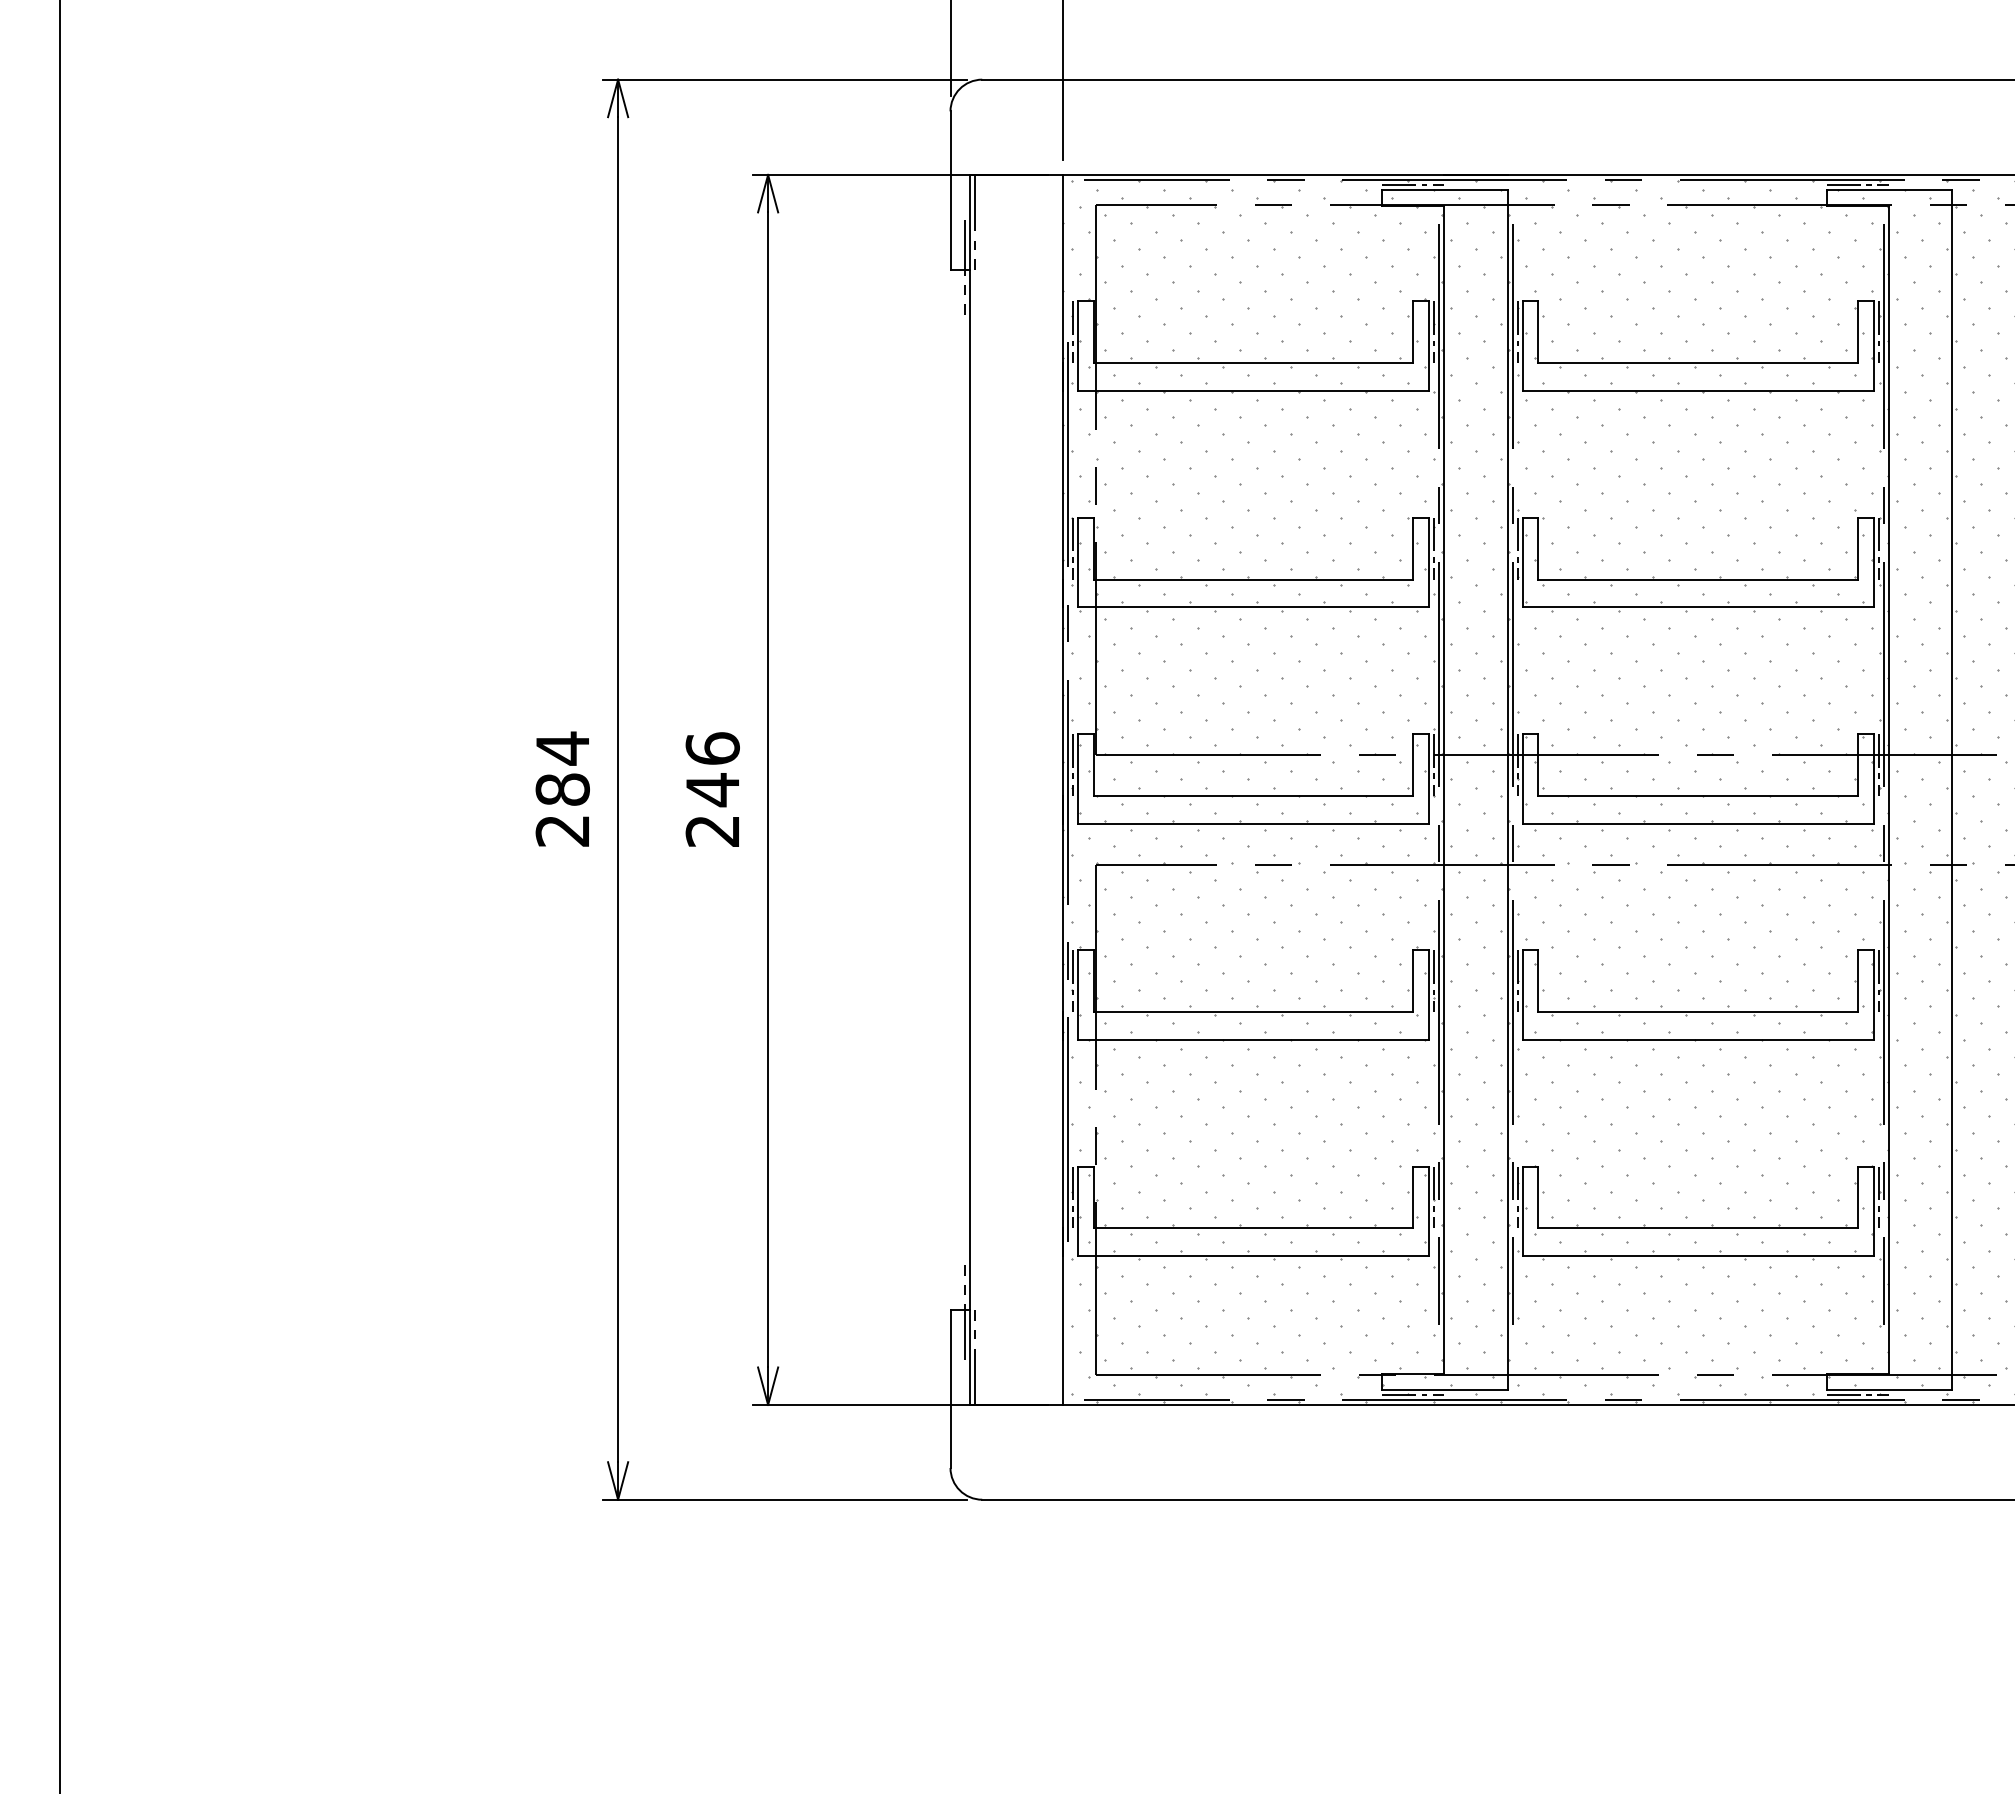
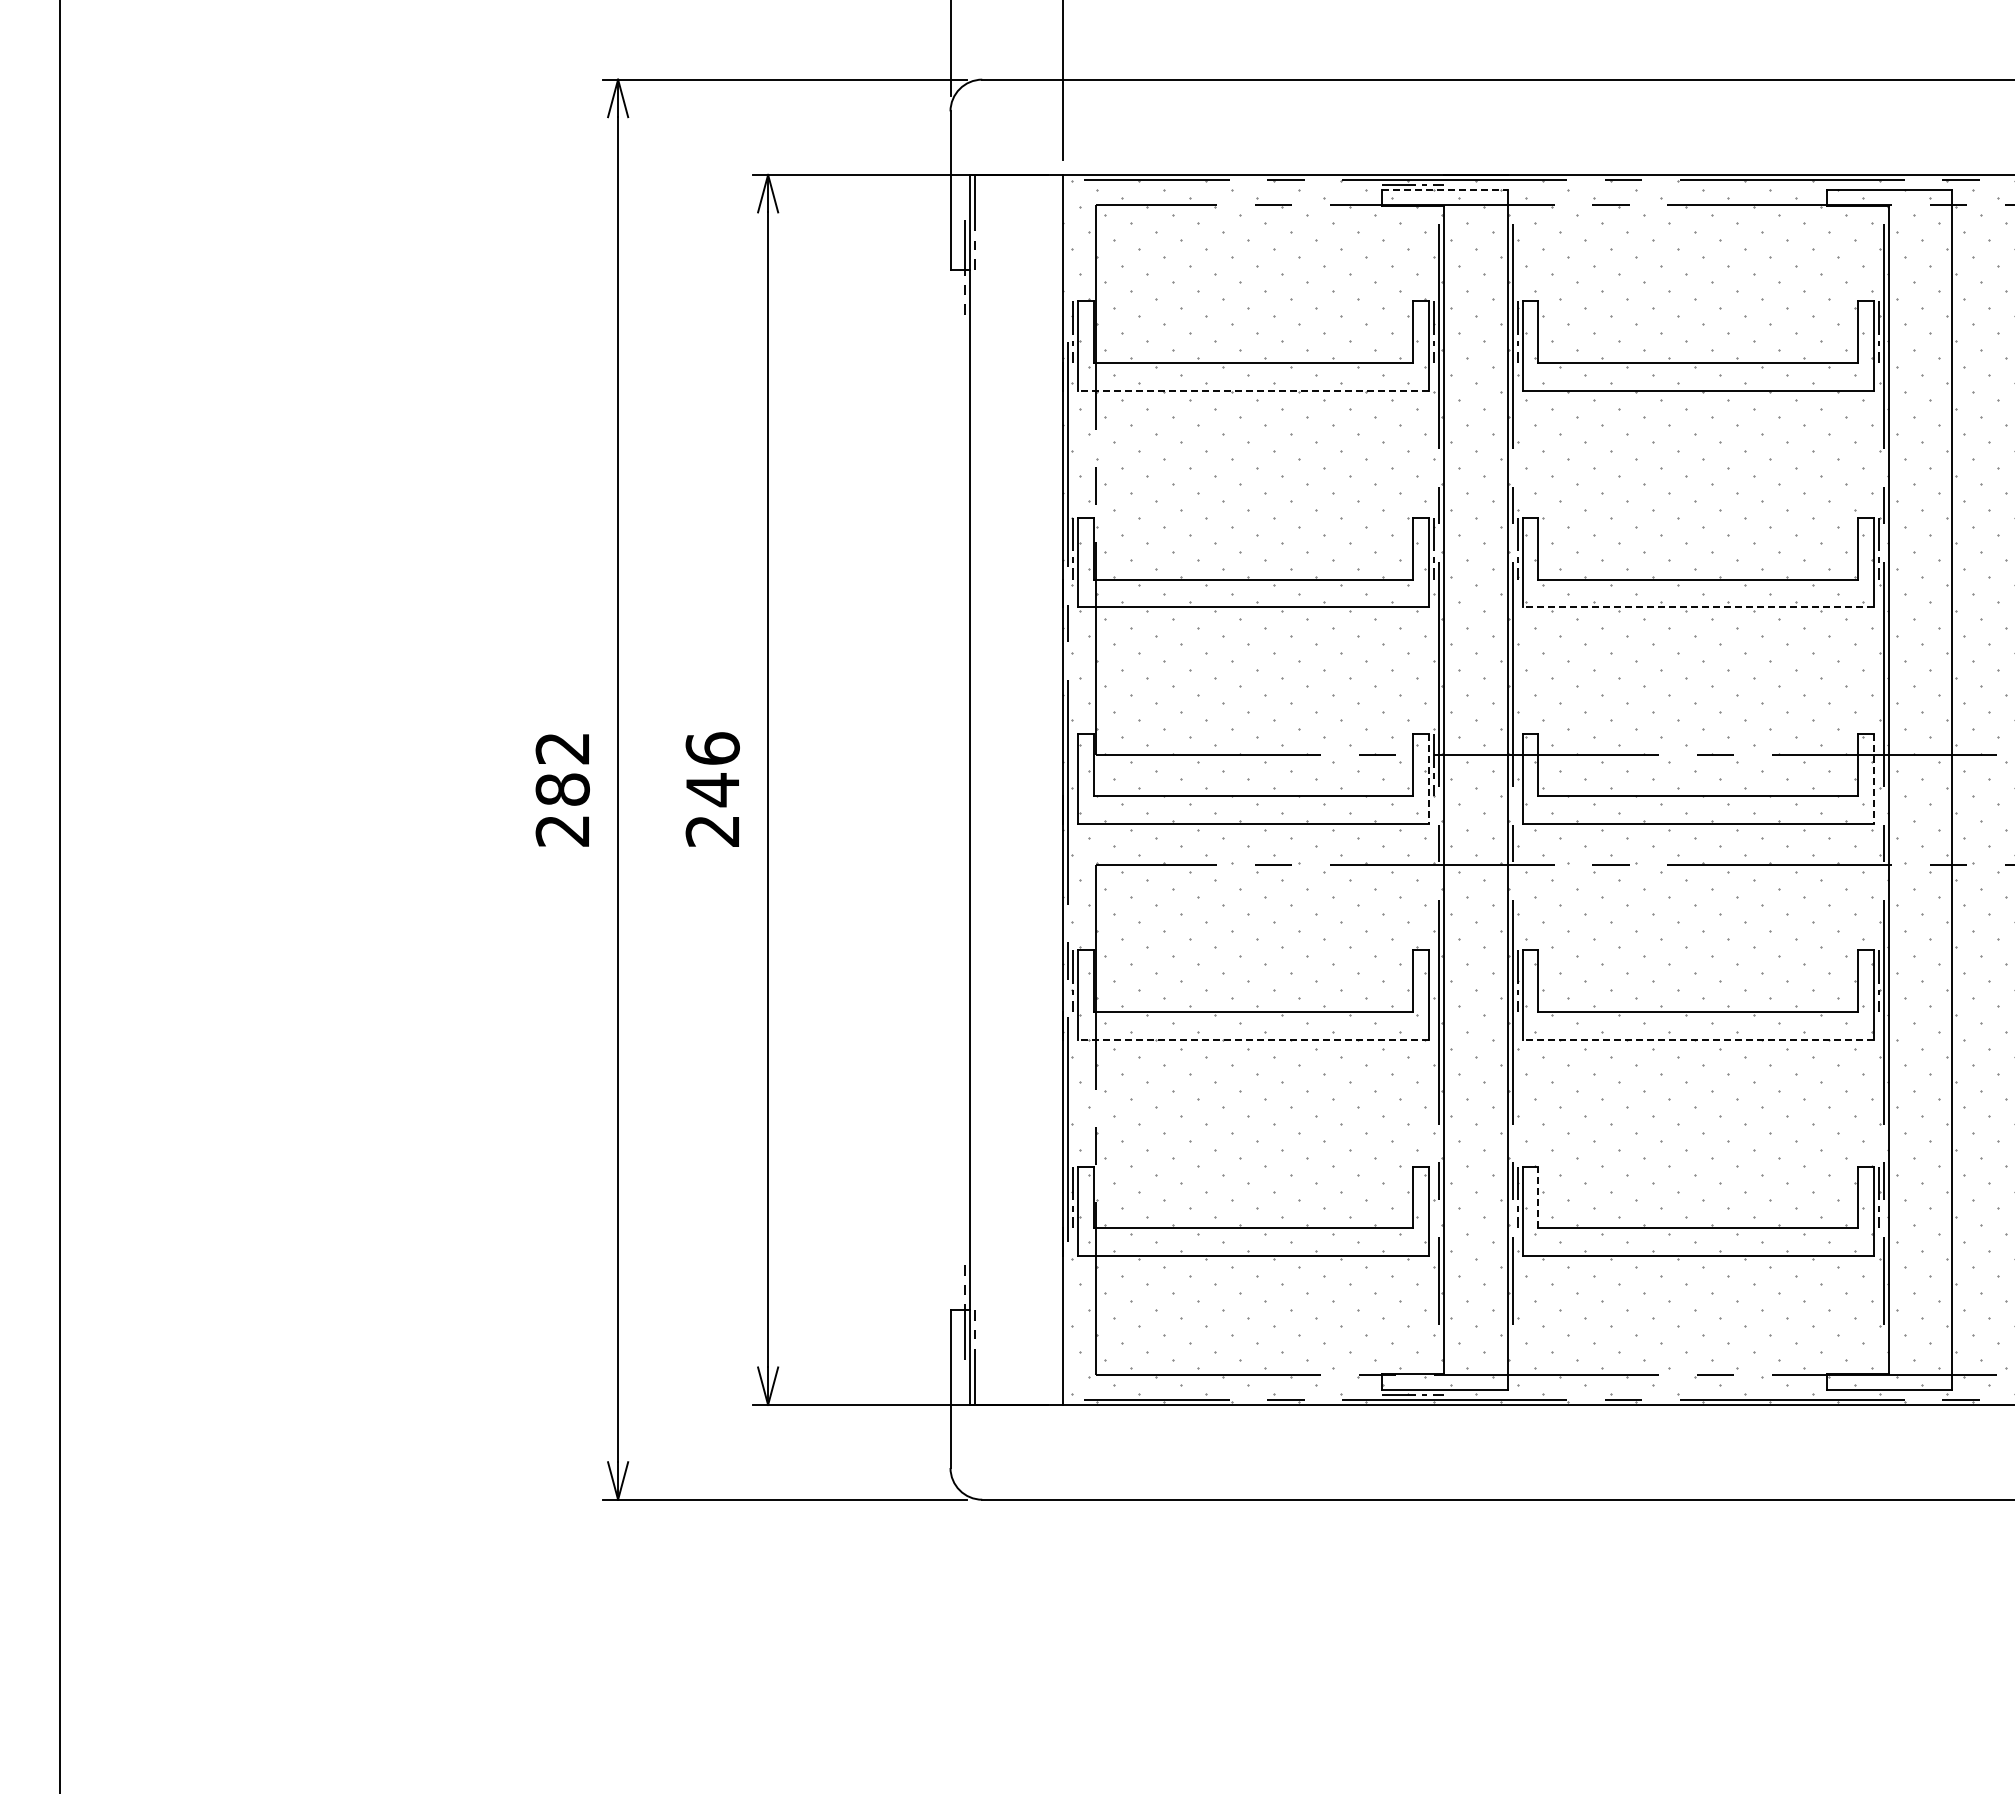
line at (1857, 184): present -> none
line at (1444, 189): solid -> dashed
line at (1253, 391): solid -> dashed
line at (1698, 607): solid -> dashed
text at (561, 748): 284 -> 282
line at (1073, 764): present -> none
line at (1517, 764): present -> none
line at (1878, 764): present -> none
line at (1429, 778): solid -> dashed
line at (1873, 778): solid -> dashed
line at (1434, 981): present -> none
line at (1253, 1040): solid -> dashed
line at (1698, 1040): solid -> dashed
line at (1434, 1197): present -> none
line at (1538, 1197): solid -> dashed
line at (1857, 1394): present -> none
